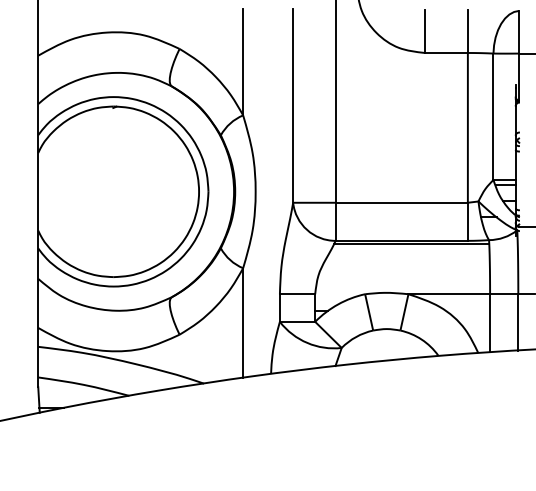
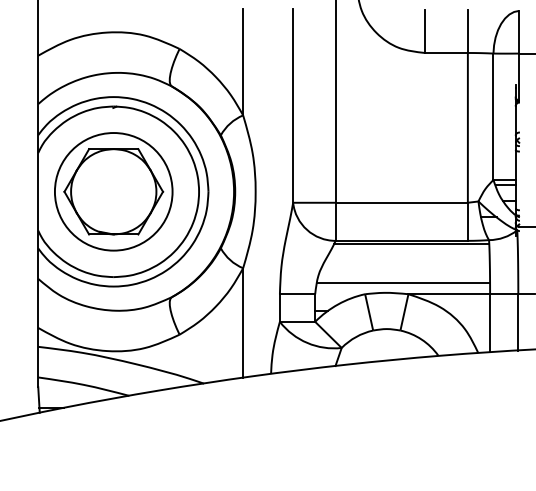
part at (113, 191): none -> present
line at (403, 282): none -> present
